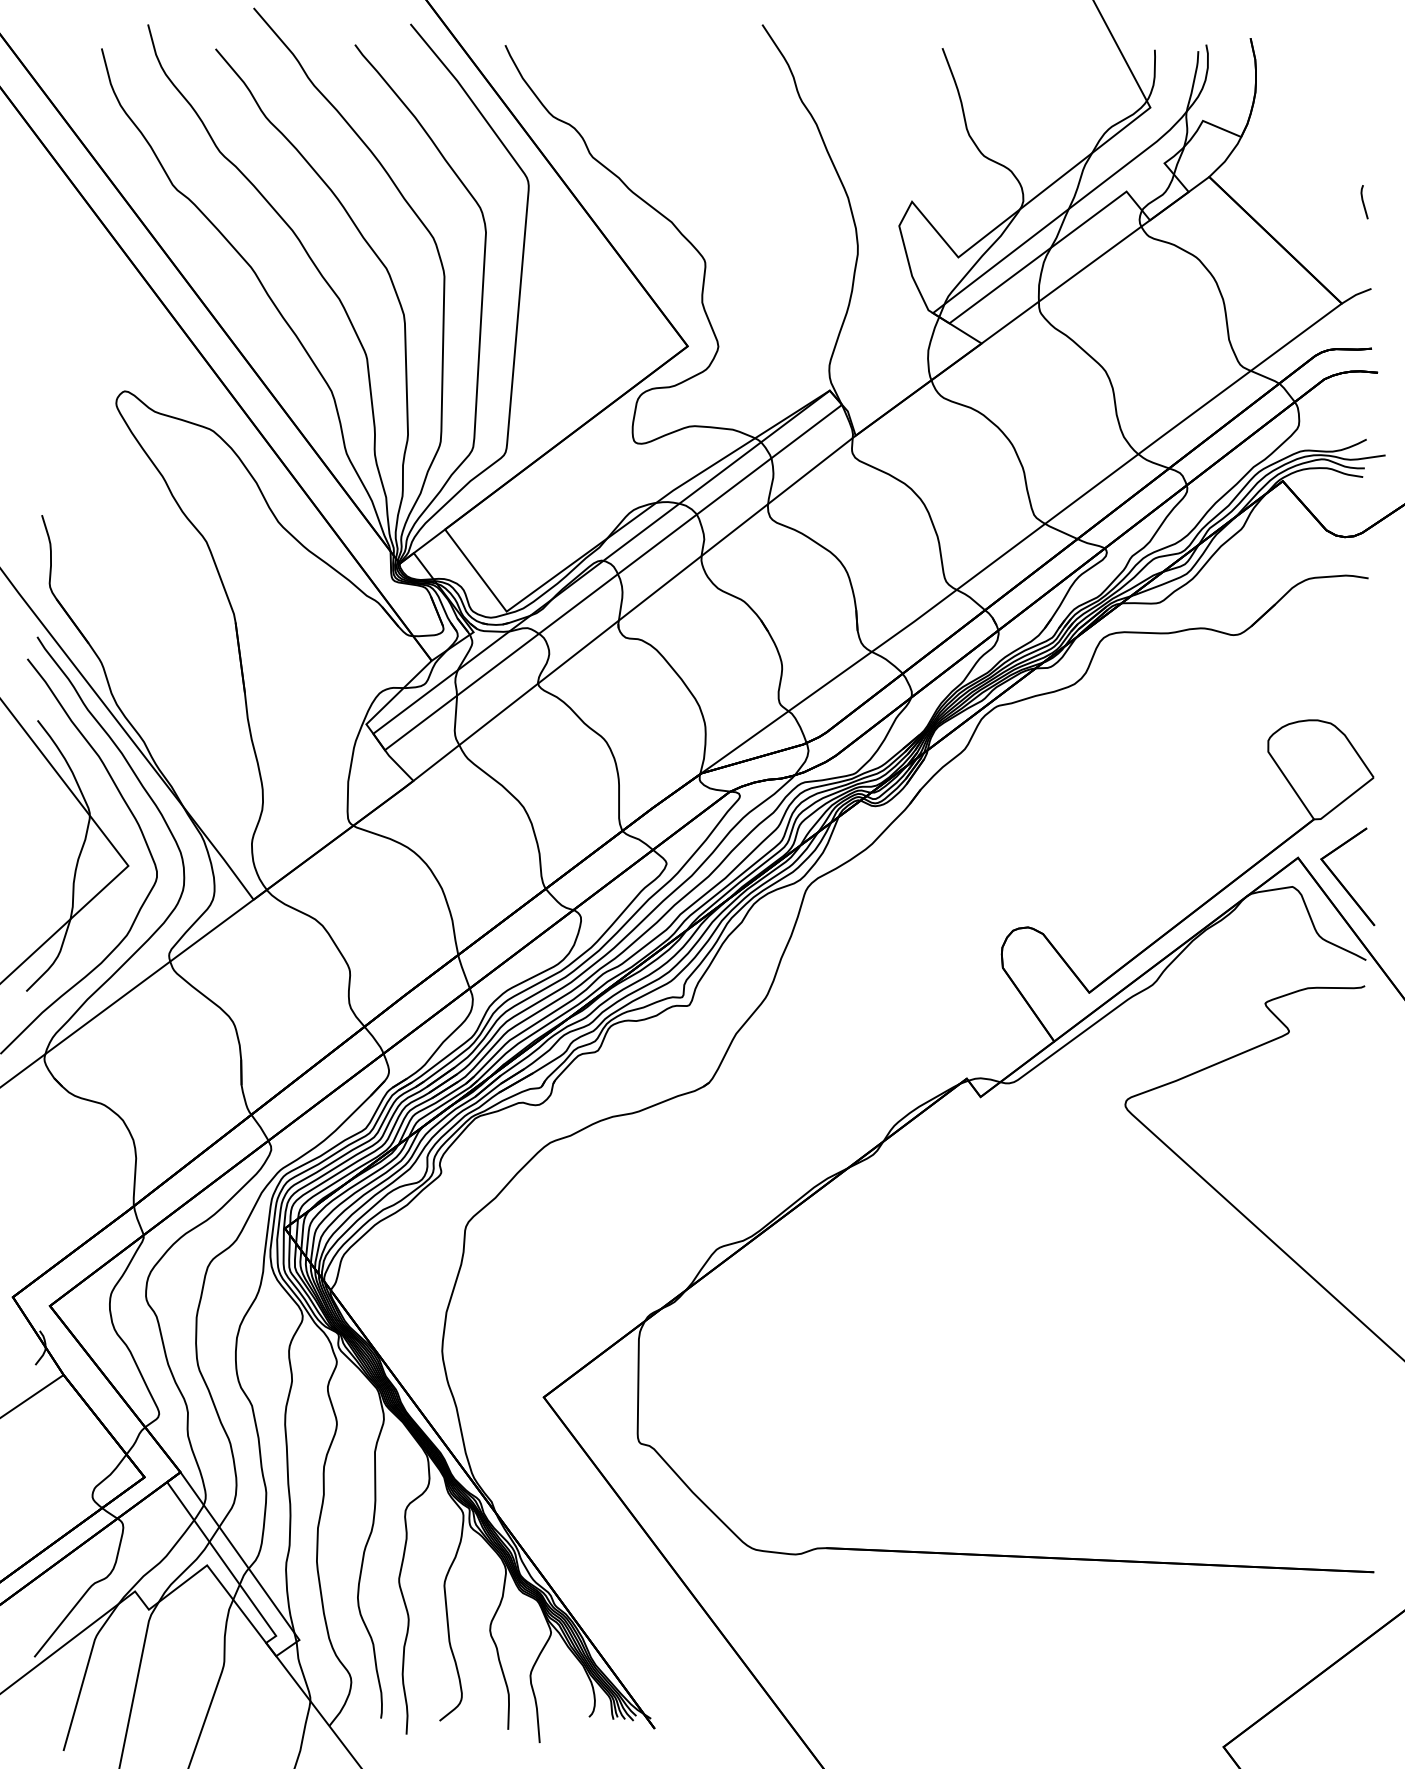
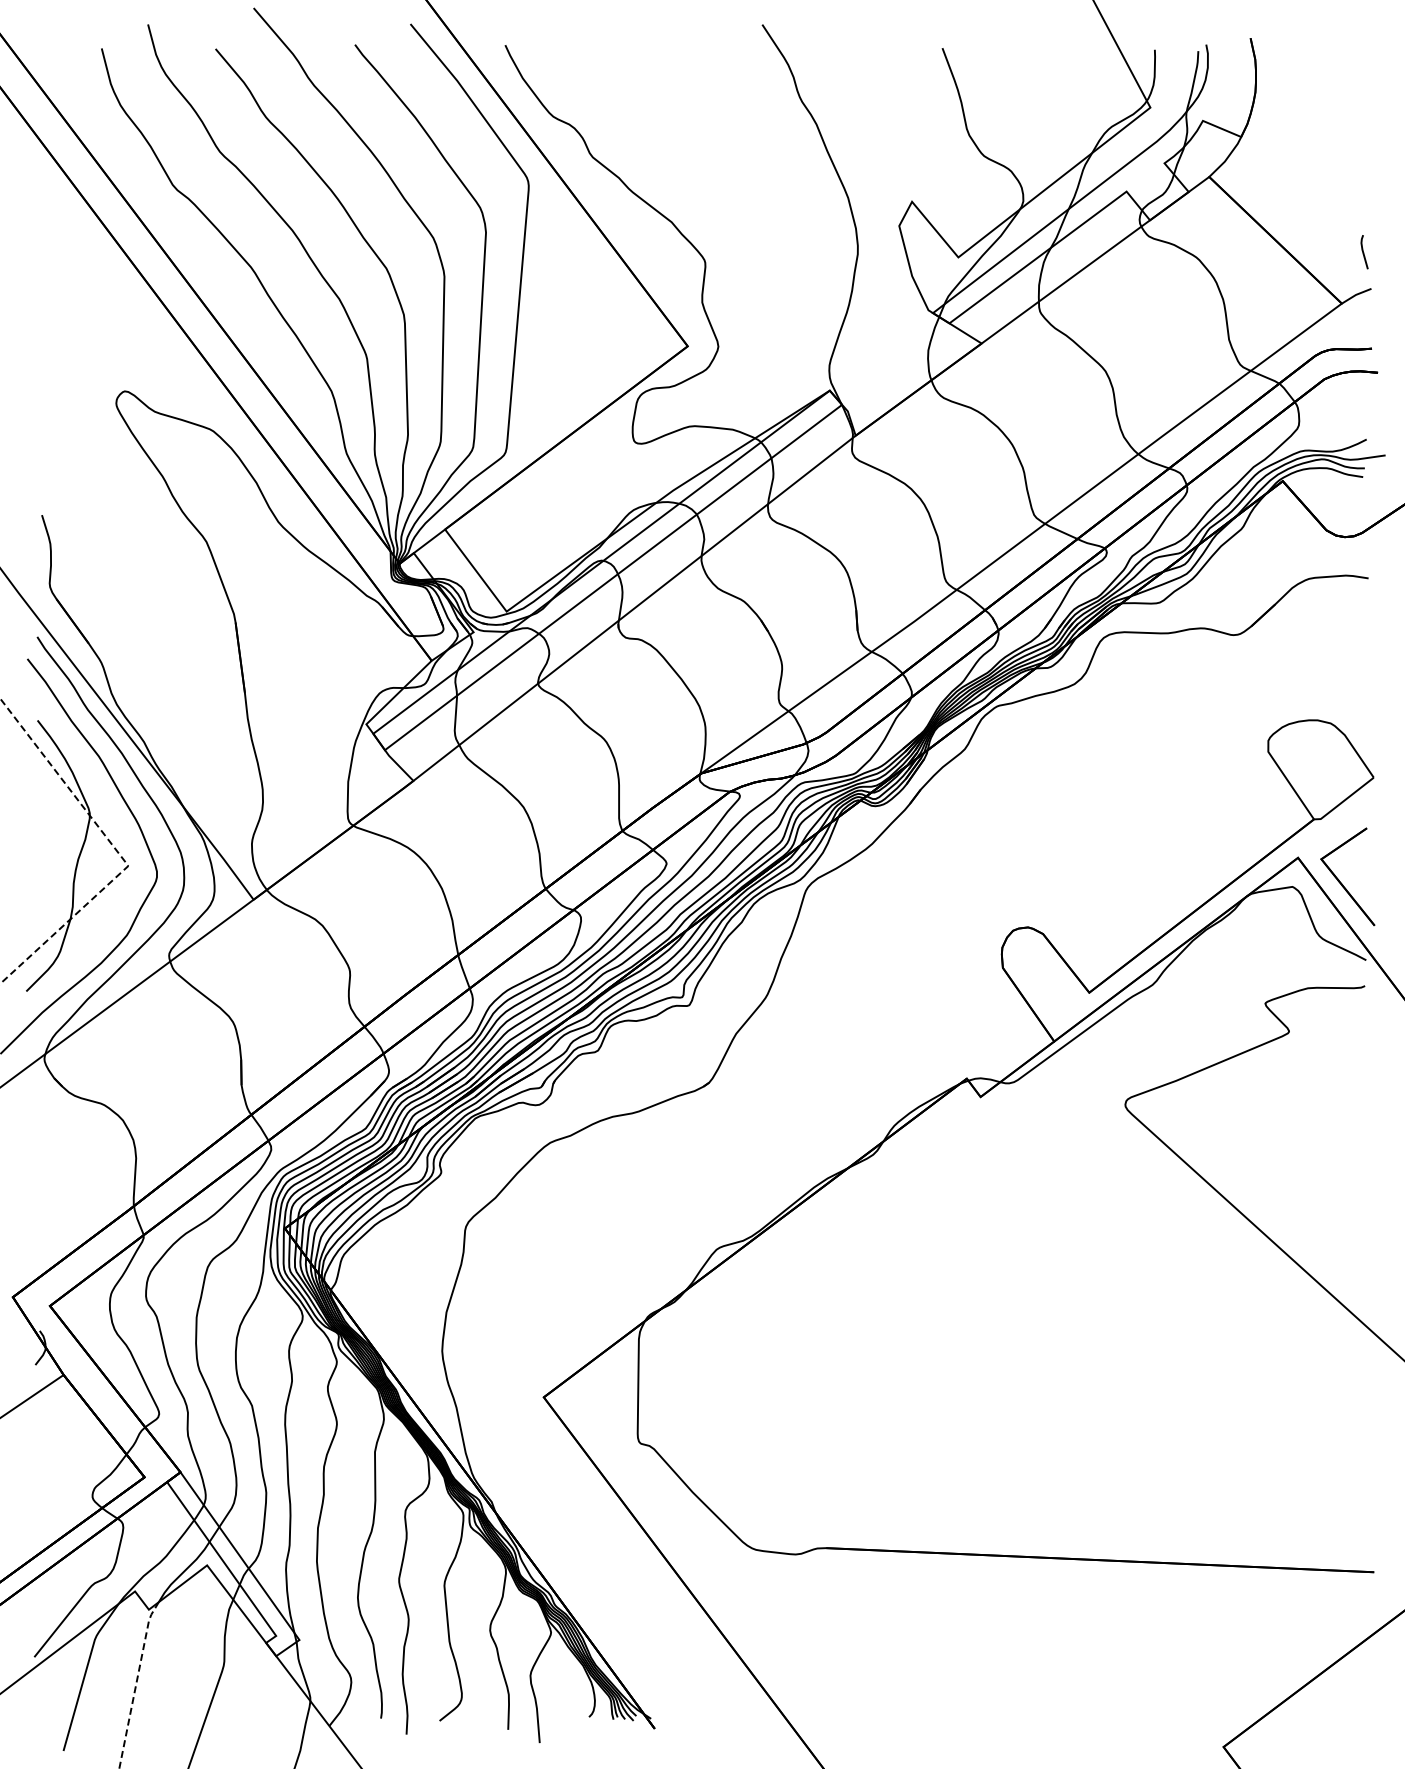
line at (1364, 202) position: (1364, 202) -> (1364, 252)
line at (117, 851): solid -> dashed
line at (136, 1683): solid -> dashed
